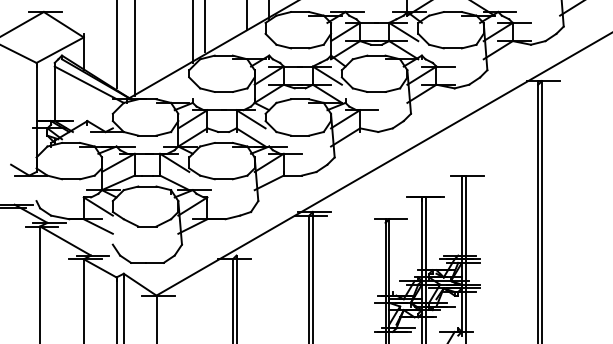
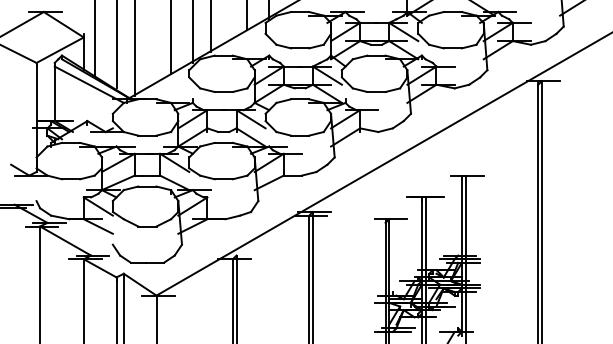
line at (205, 27) position: (205, 27) -> (211, 27)
line at (171, 37): none -> present
line at (94, 39): none -> present
